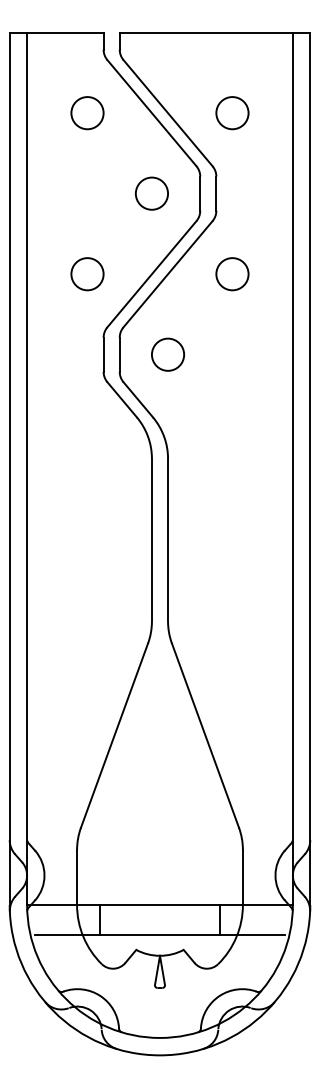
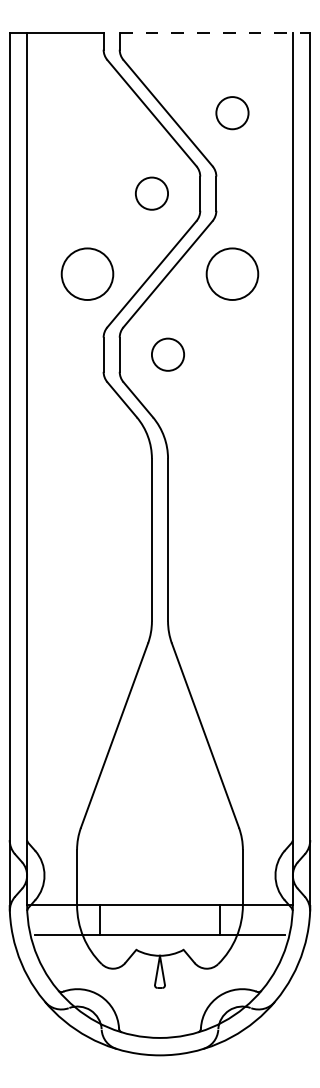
line at (215, 32): solid -> dashed
circle at (87, 113): present -> none
circle at (87, 274) diameter: 32 px -> 52 px
circle at (232, 274) diameter: 32 px -> 52 px
